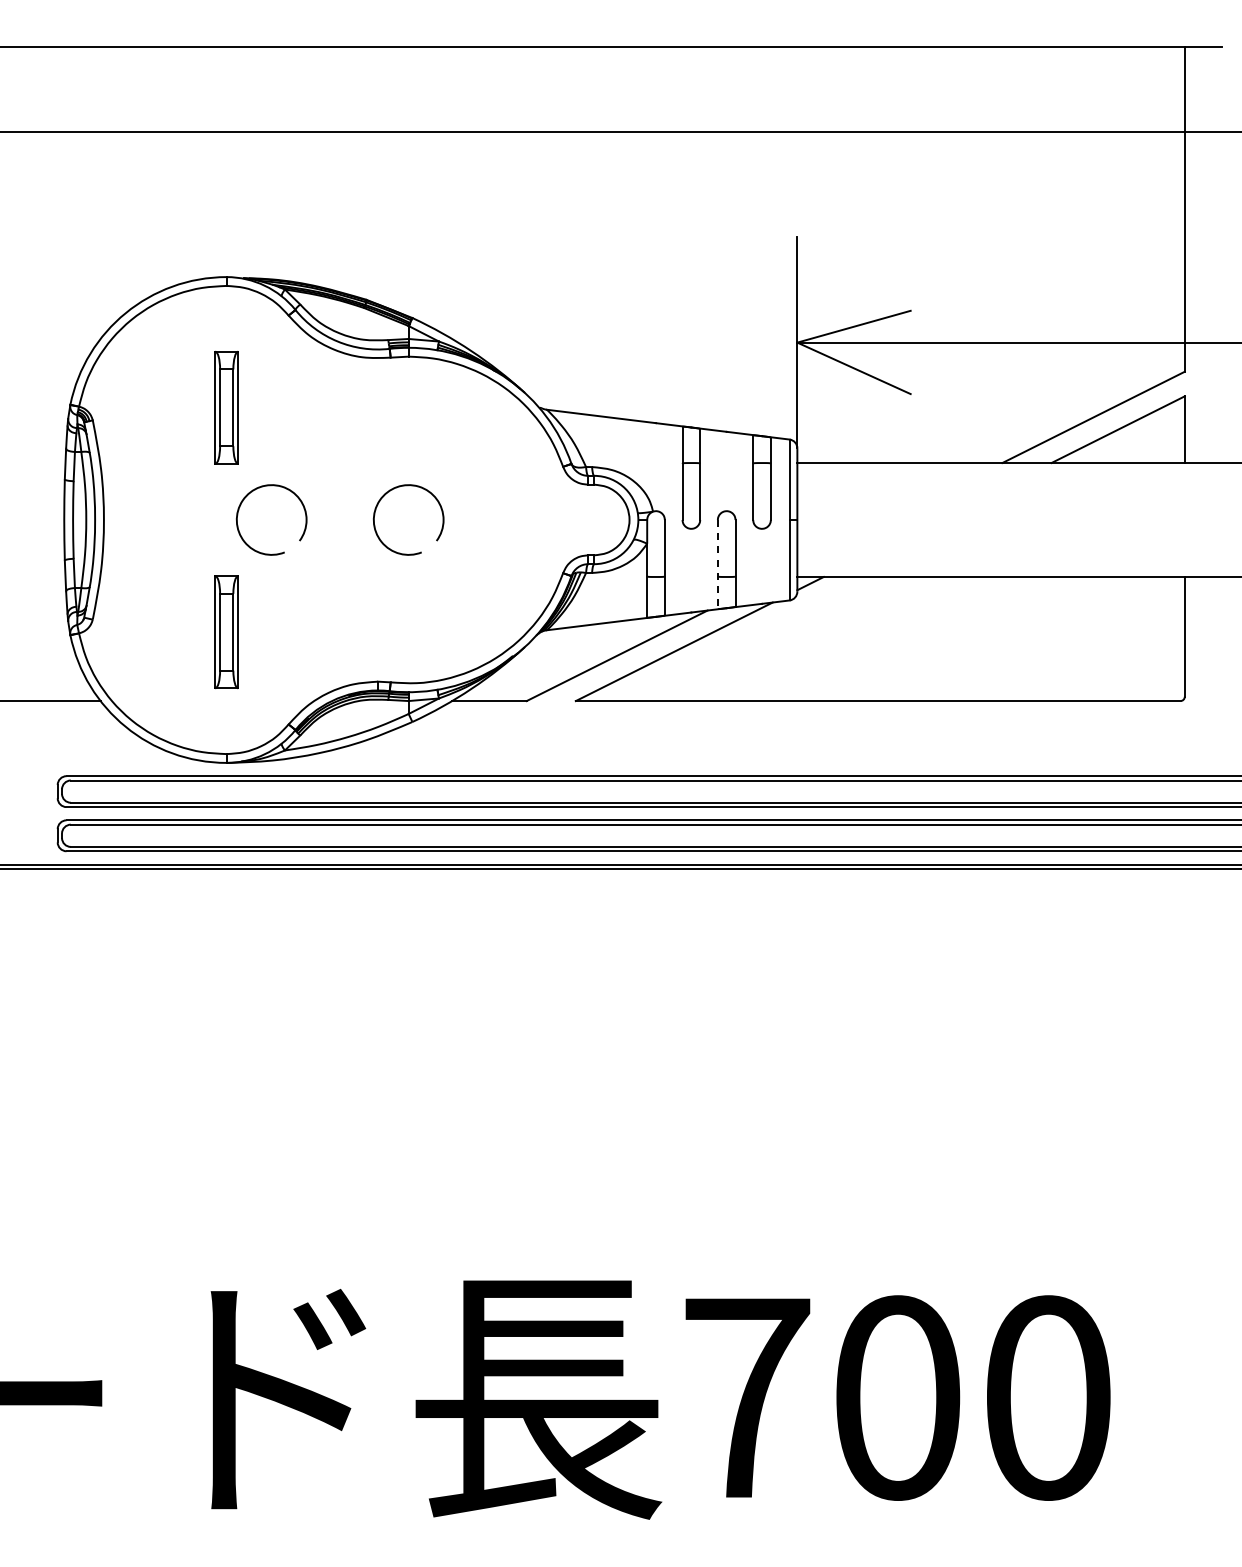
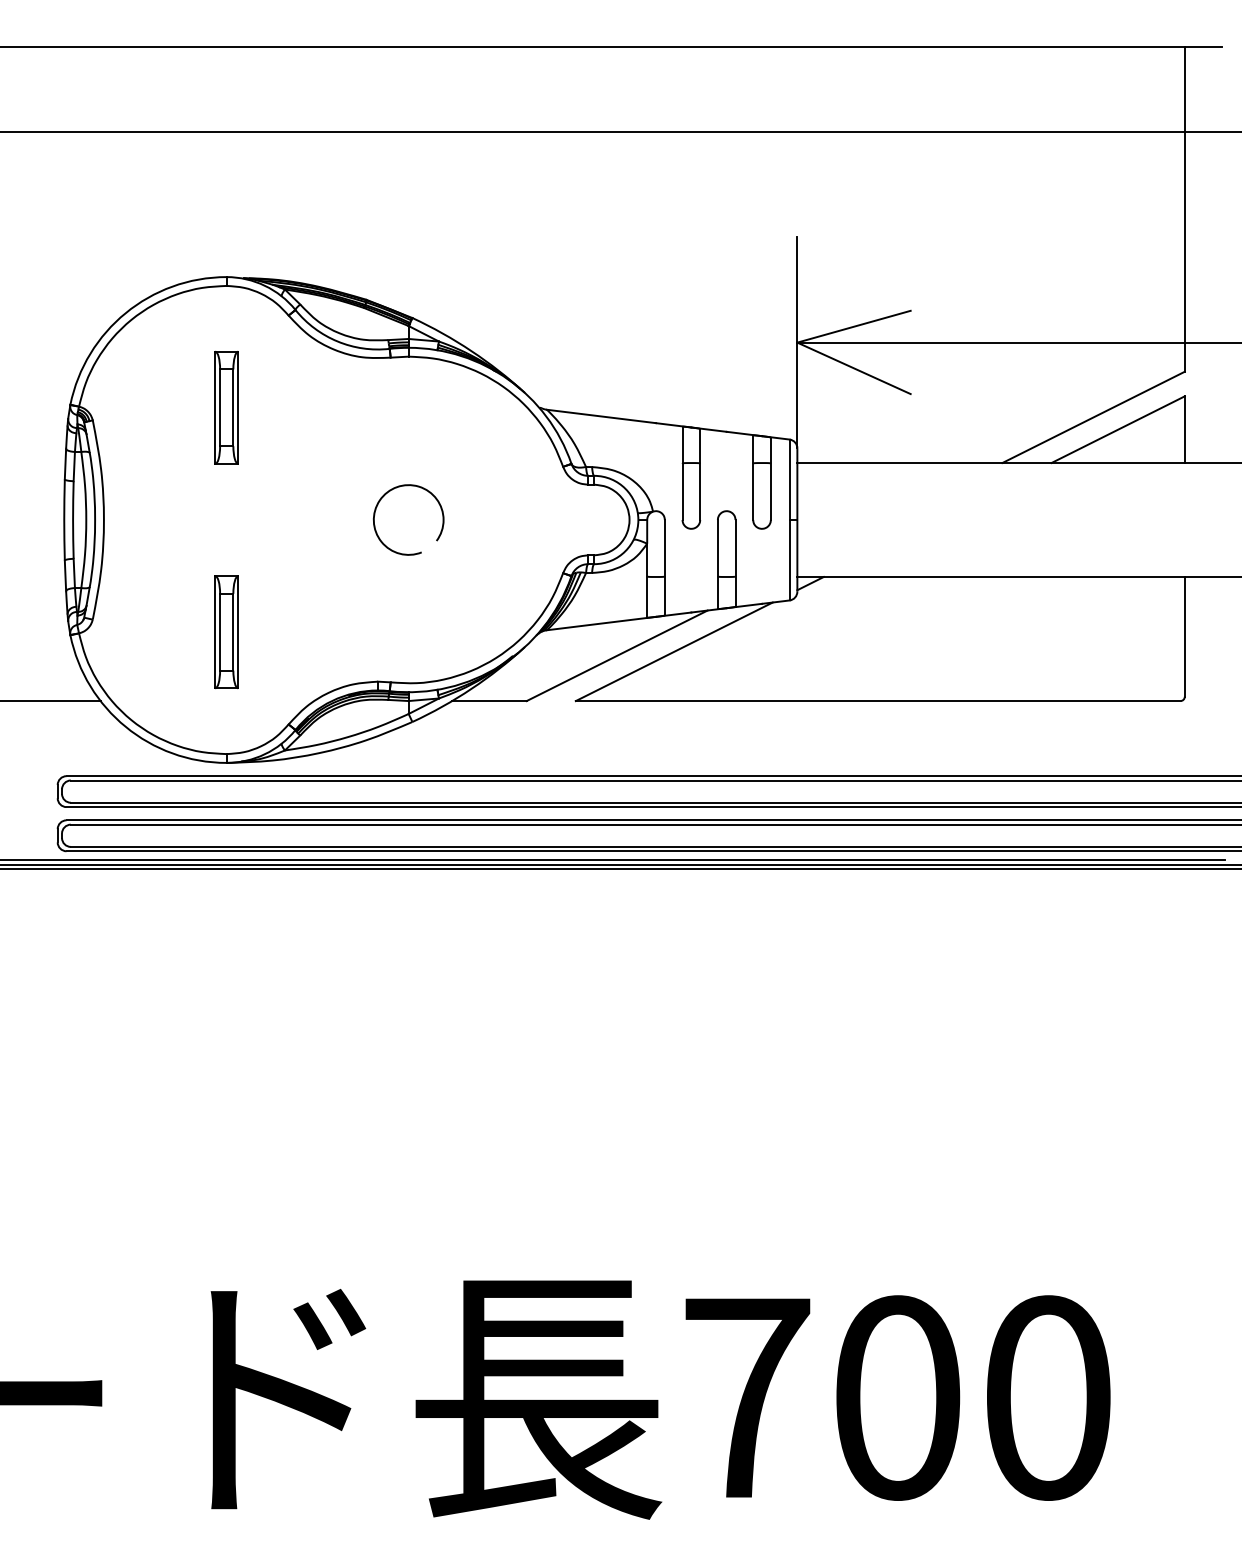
part at (271, 486): present -> none
line at (717, 564): dashed -> solid
line at (613, 860): none -> present
